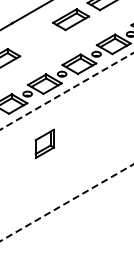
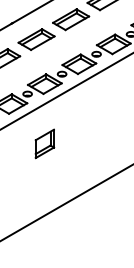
part at (36, 39): none -> present
line at (66, 91): dashed -> solid
line at (67, 202): dashed -> solid
